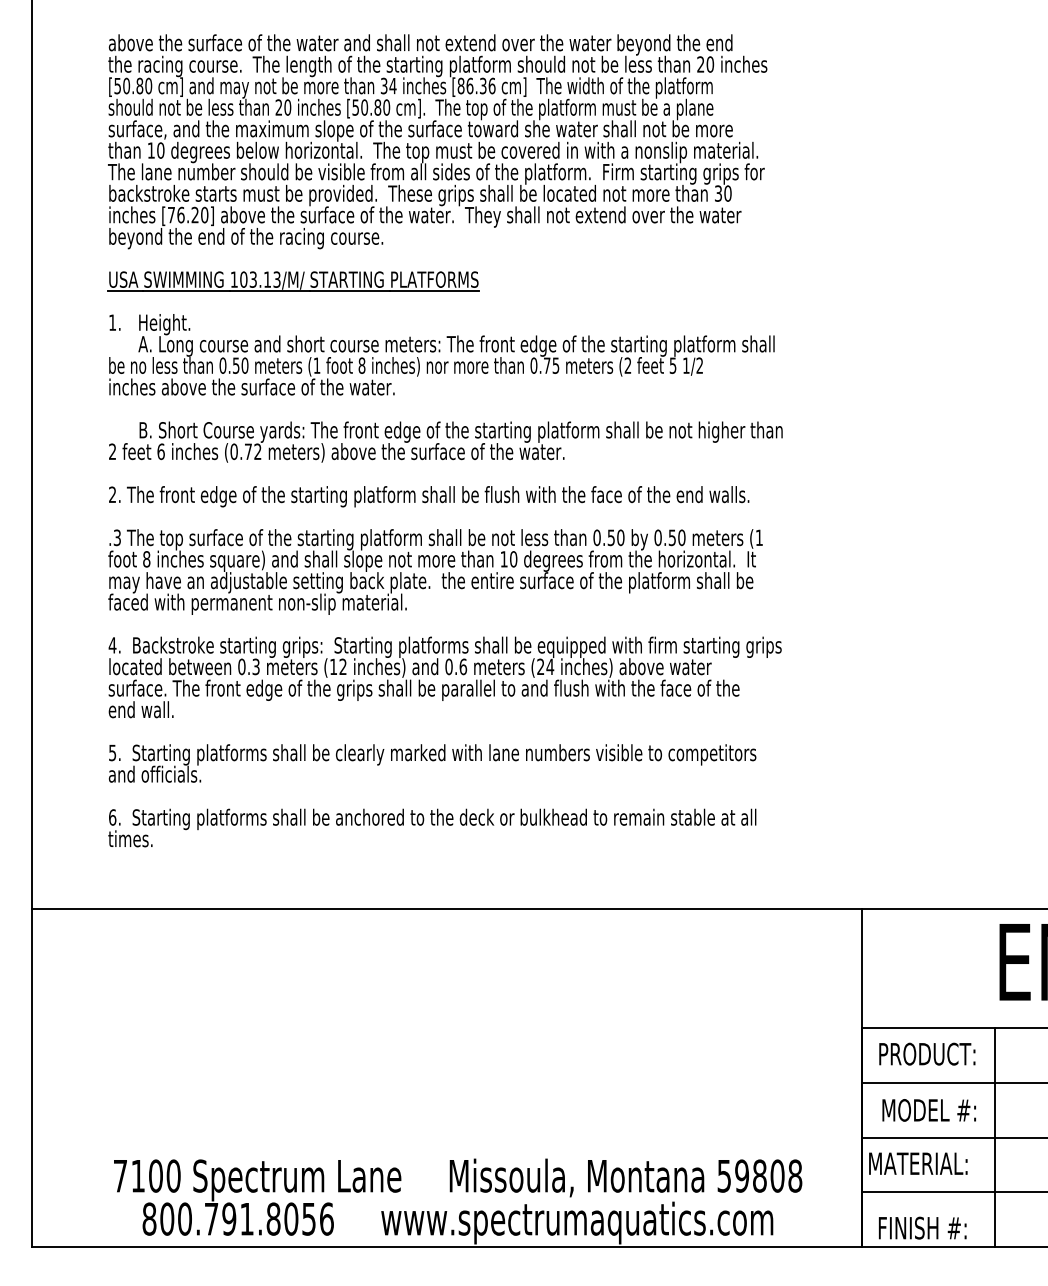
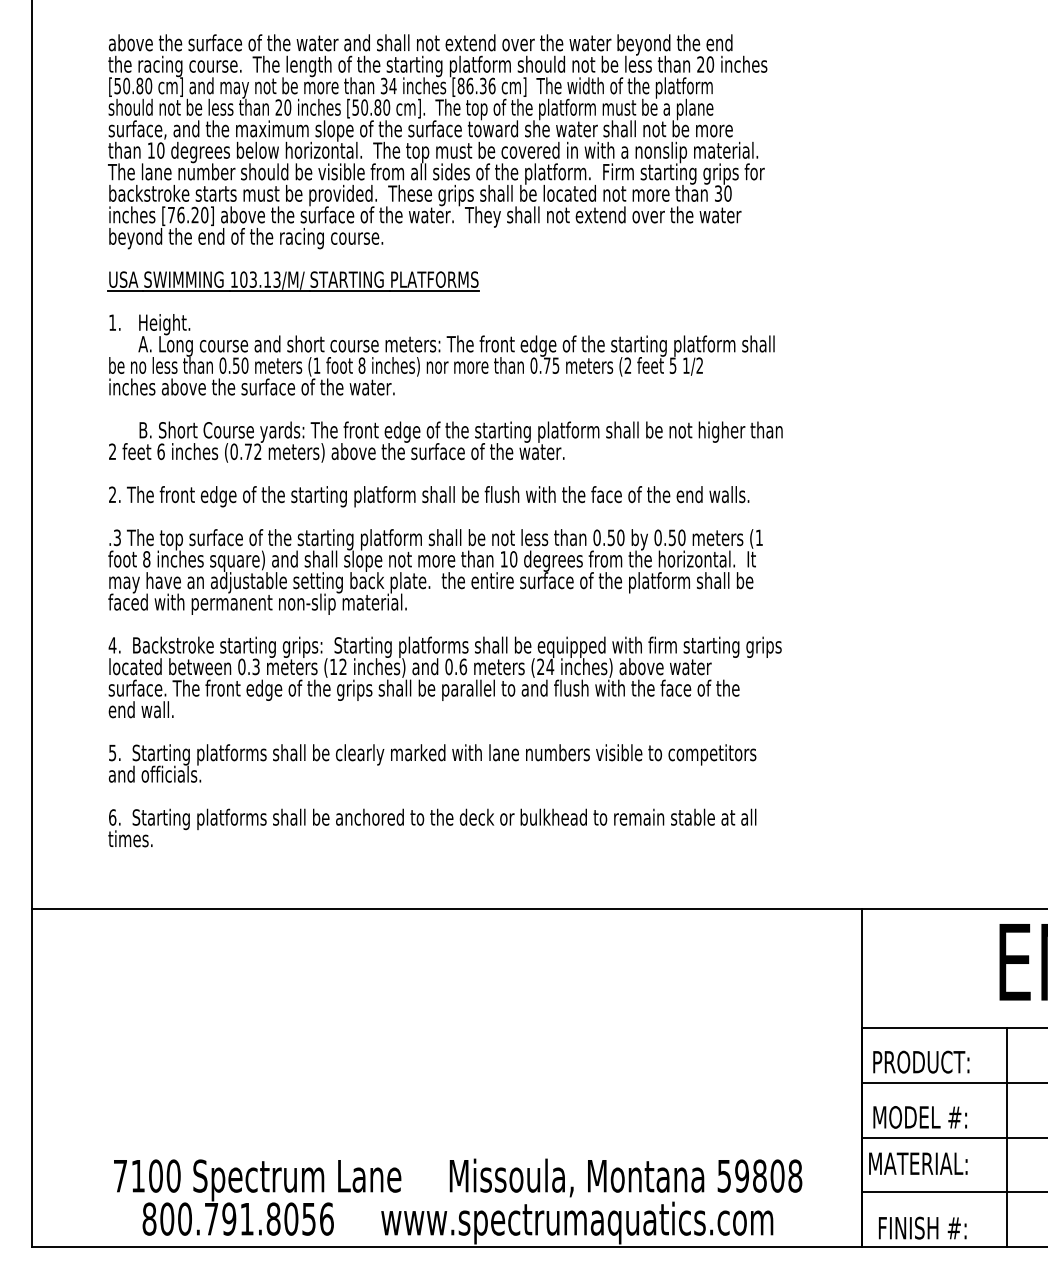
text at (927, 1053) position: (927, 1053) -> (921, 1061)
text at (928, 1110) position: (928, 1110) -> (919, 1117)
line at (995, 1137) position: (995, 1137) -> (1007, 1137)
